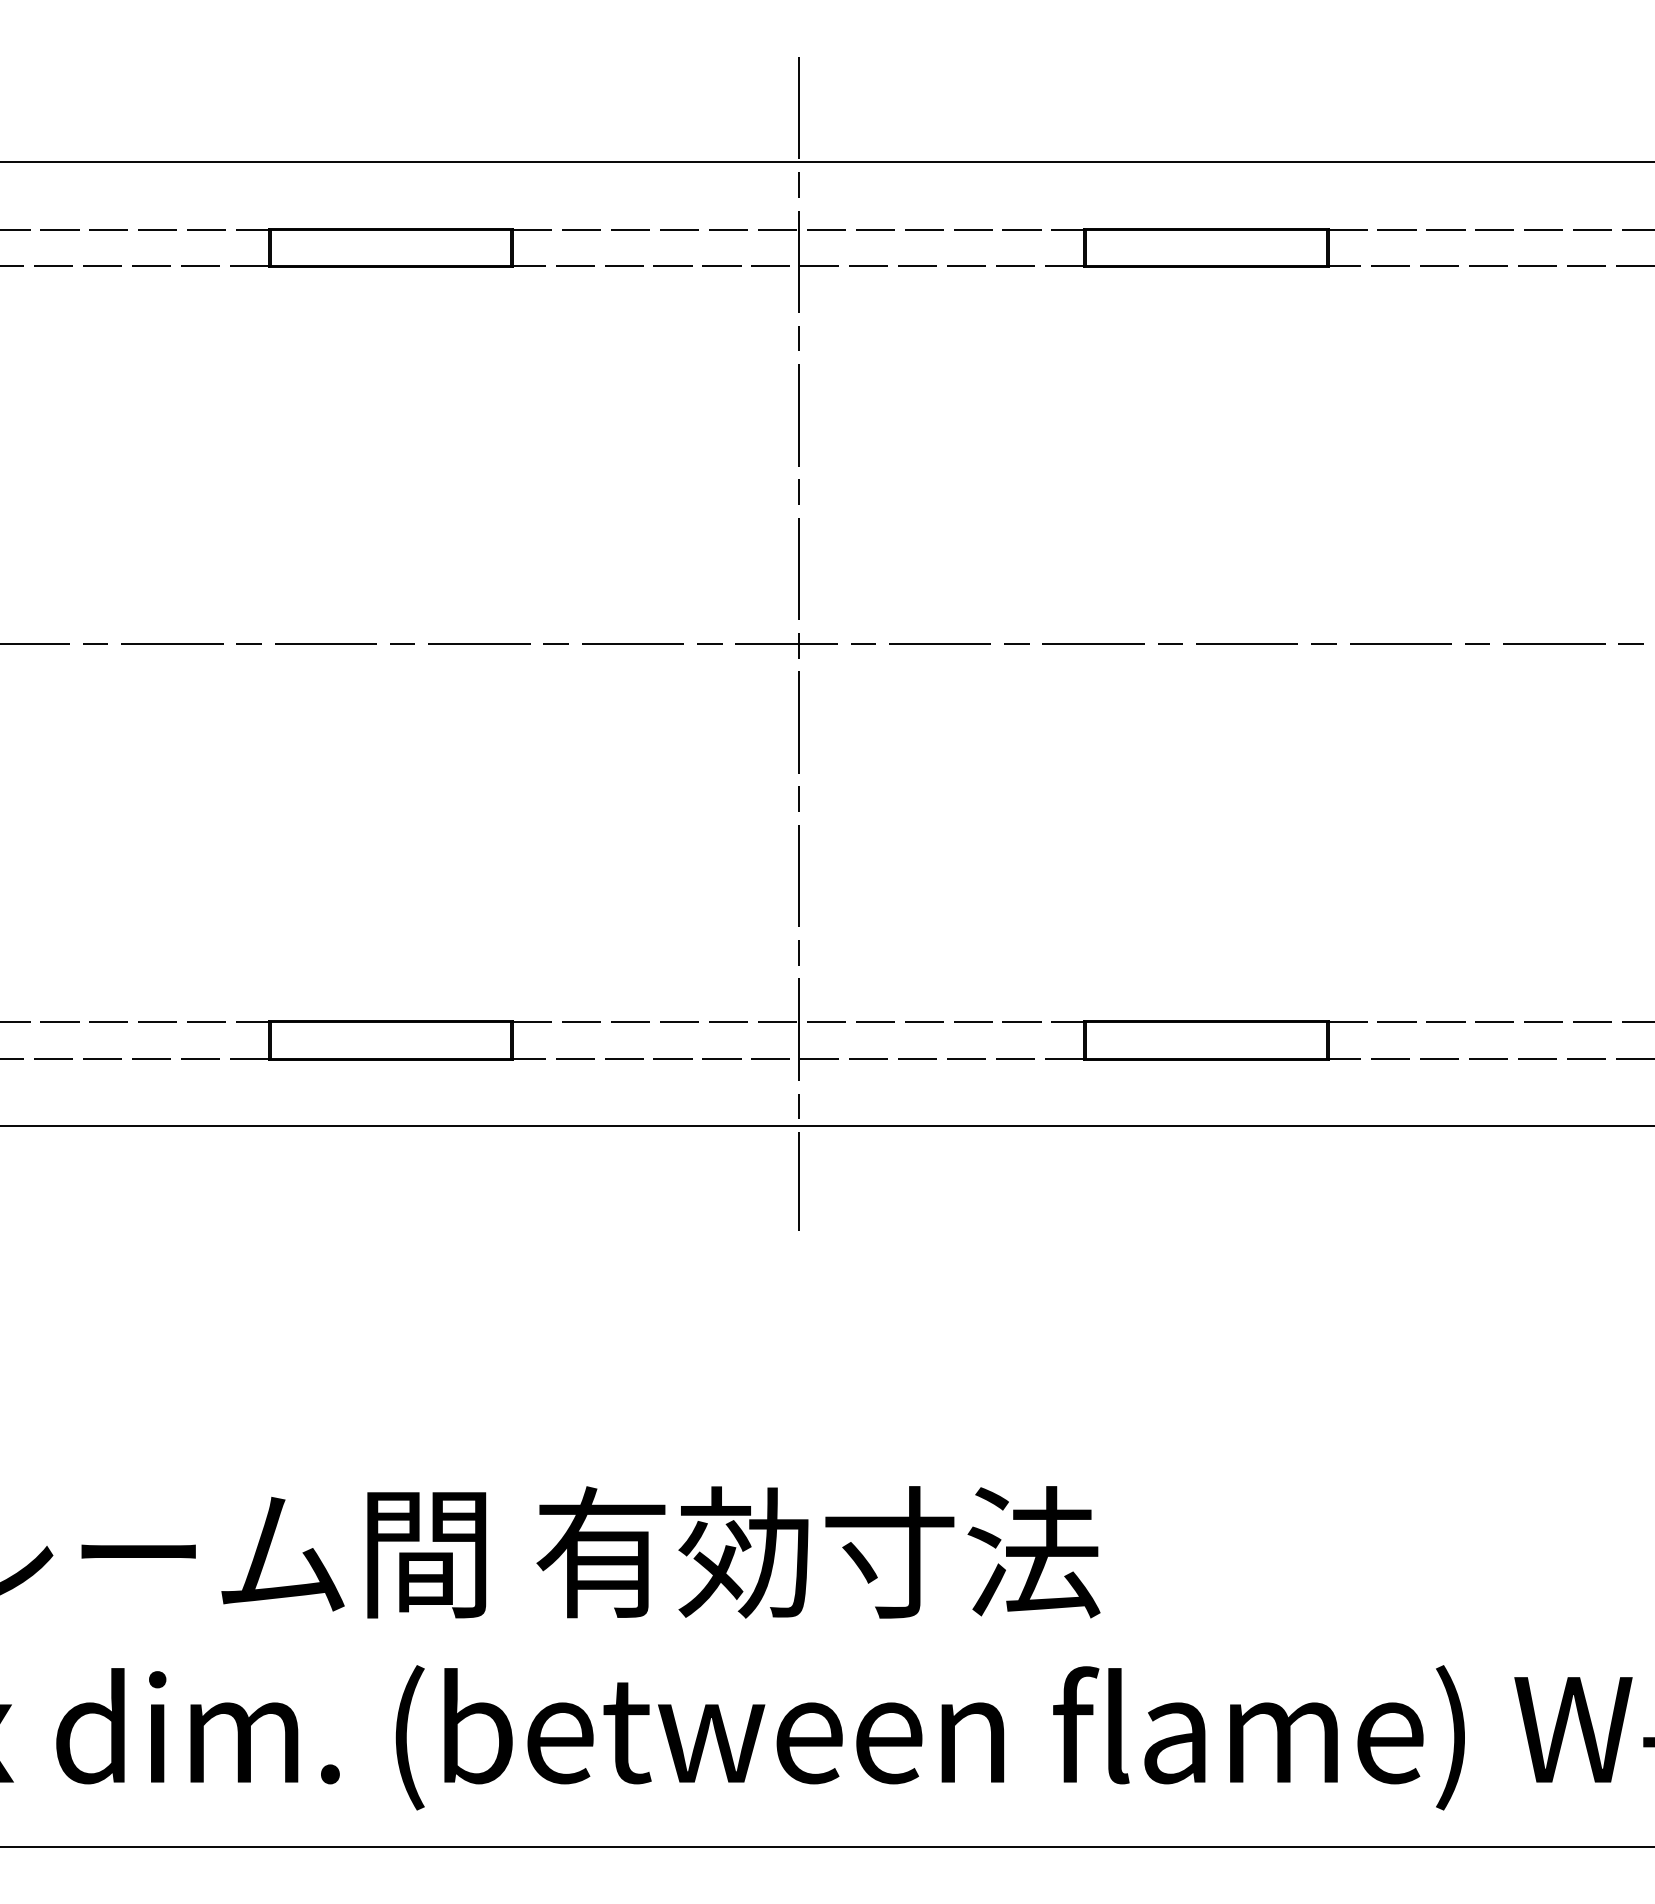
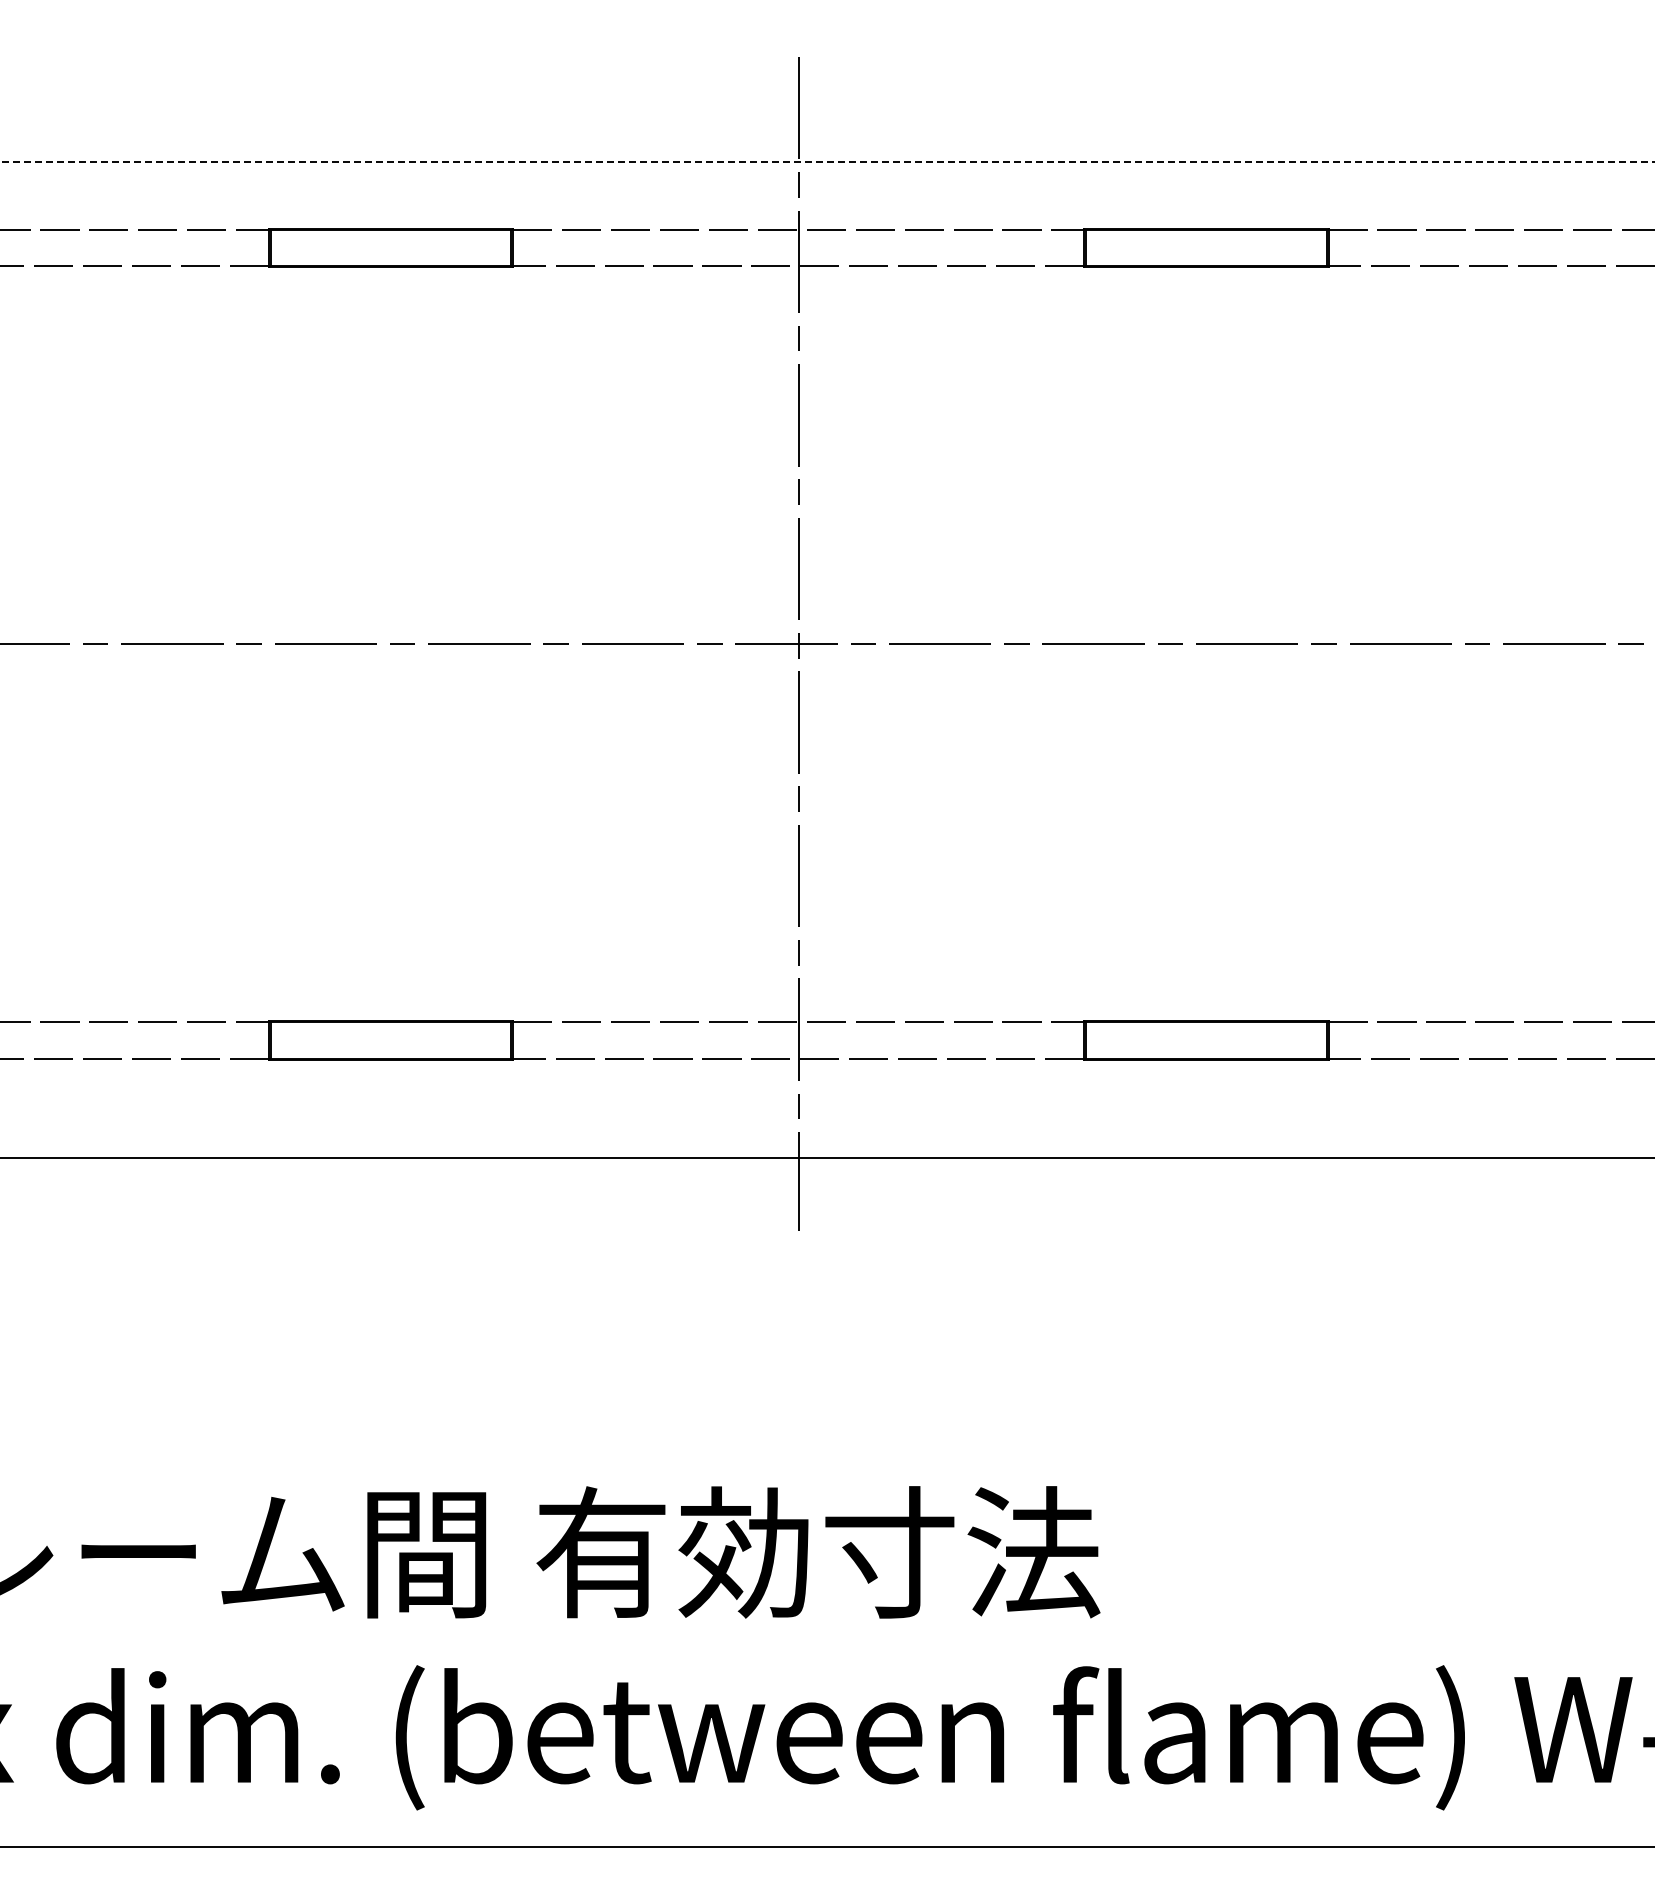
line at (827, 162): solid -> dashed
line at (826, 1125) position: (826, 1125) -> (826, 1157)
